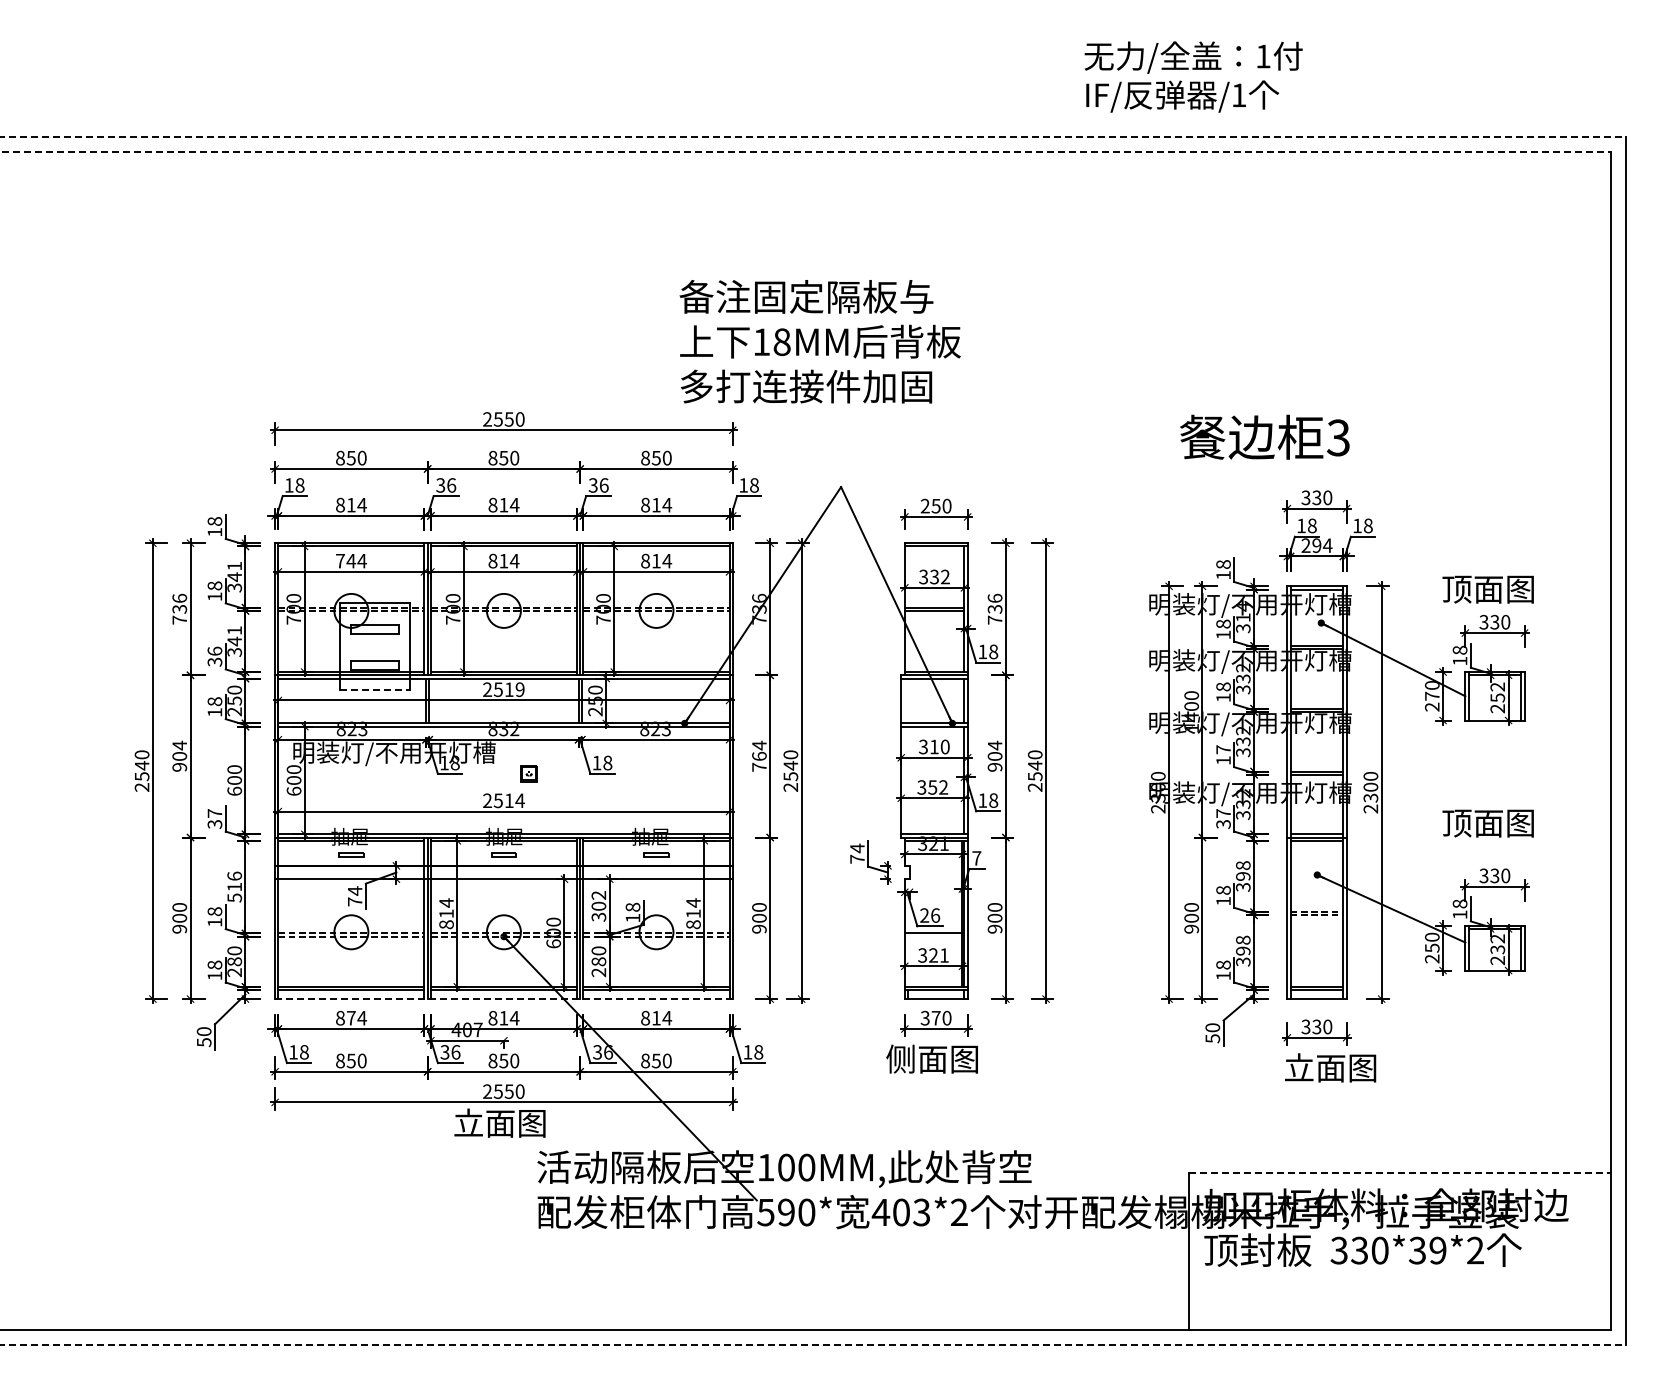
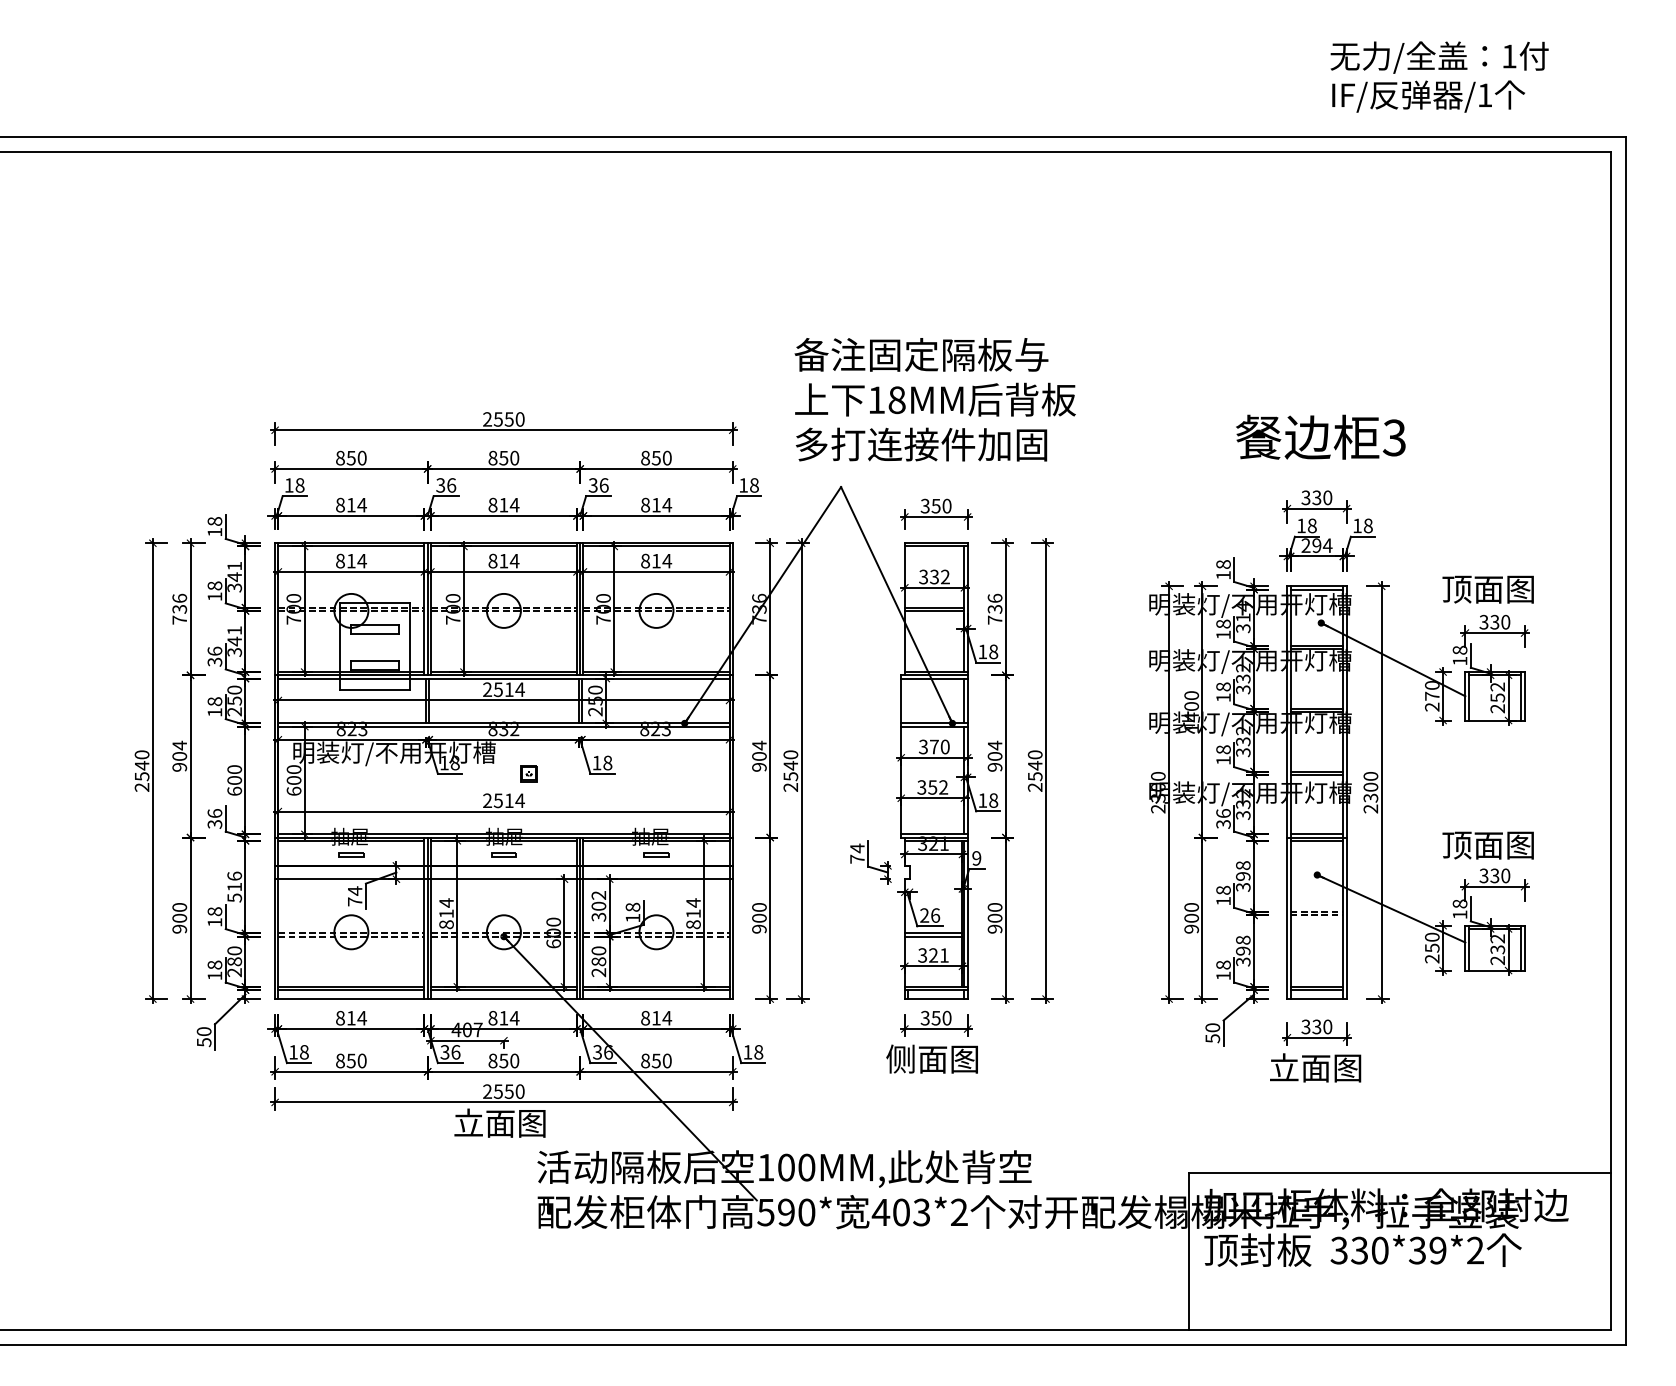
text at (1193, 76) position: (1193, 76) -> (1439, 76)
line at (812, 137): dashed -> solid
line at (805, 152): dashed -> solid
text at (819, 341) position: (819, 341) -> (934, 399)
text at (1264, 436) position: (1264, 436) -> (1320, 436)
text at (924, 506): 250 -> 350
text at (346, 560): 744 -> 814
text at (519, 689): 2519 -> 2514
line at (374, 690): dashed -> solid
text at (934, 746): 310 -> 370
text at (1223, 749): 17 -> 18
text at (759, 761): 764 -> 904
text at (214, 813): 37 -> 36
text at (1223, 813): 37 -> 36
text at (1487, 823) position: (1487, 823) -> (1487, 845)
text at (976, 858): 7 -> 9
line at (933, 936): none -> present
line at (503, 999): dashed -> solid
text at (351, 1018): 874 -> 814
text at (935, 1018): 370 -> 350
text at (1330, 1067) position: (1330, 1067) -> (1315, 1067)
line at (1400, 1173): dashed -> solid
line at (812, 1344): dashed -> solid
